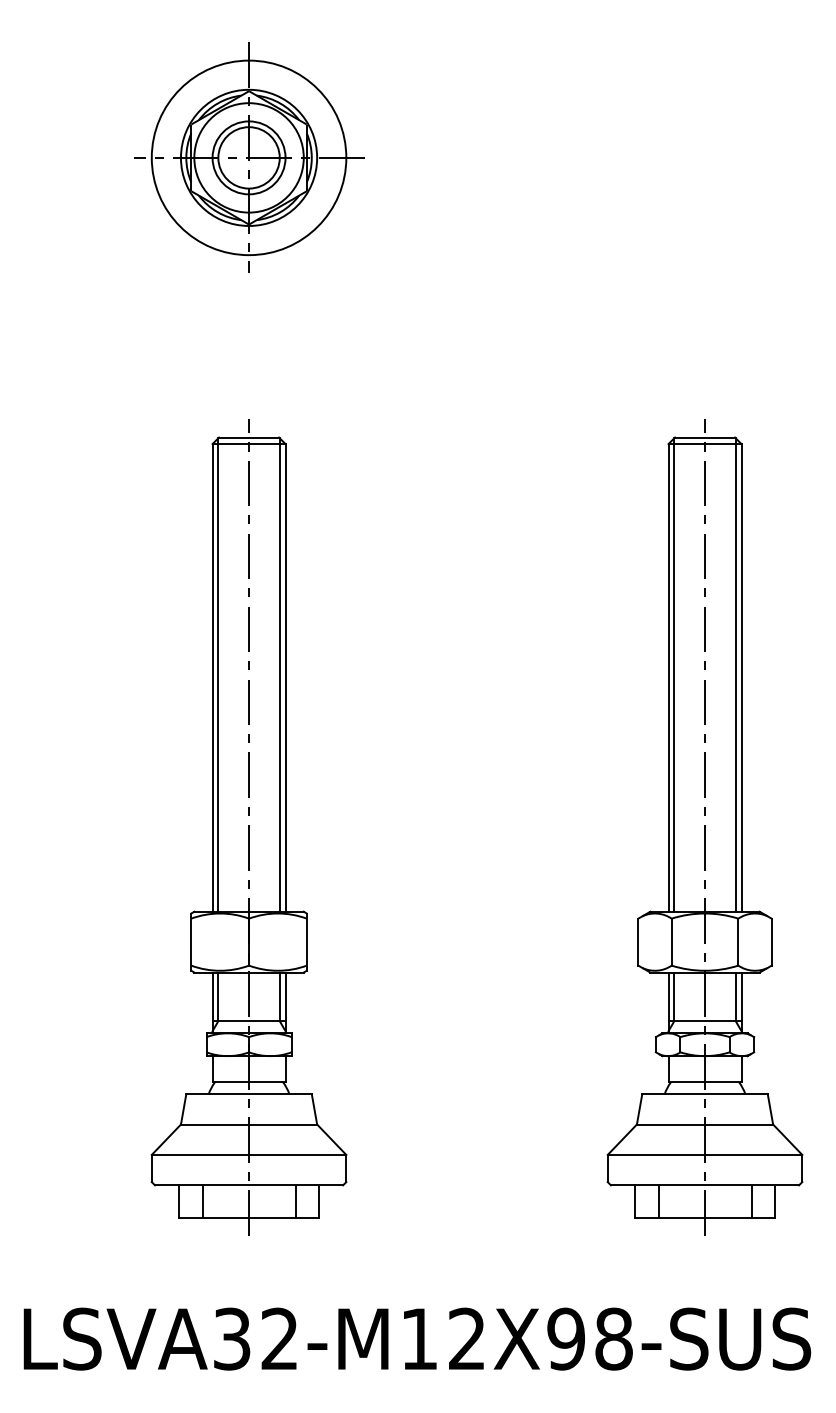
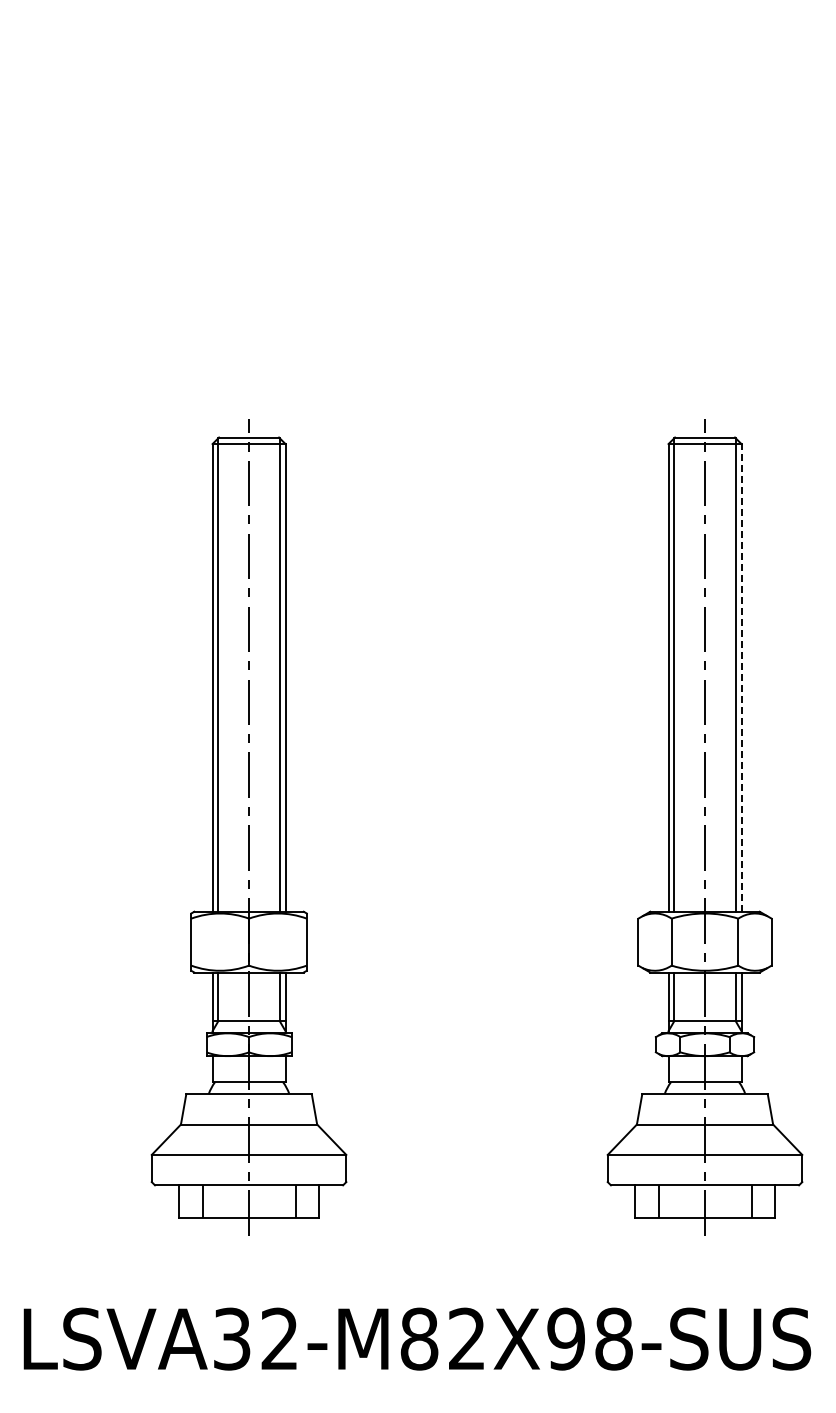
part at (249, 157): present -> none
line at (741, 677): solid -> dashed
text at (419, 1338): LSVA32-M12X98-SUS -> LSVA32-M82X98-SUS
